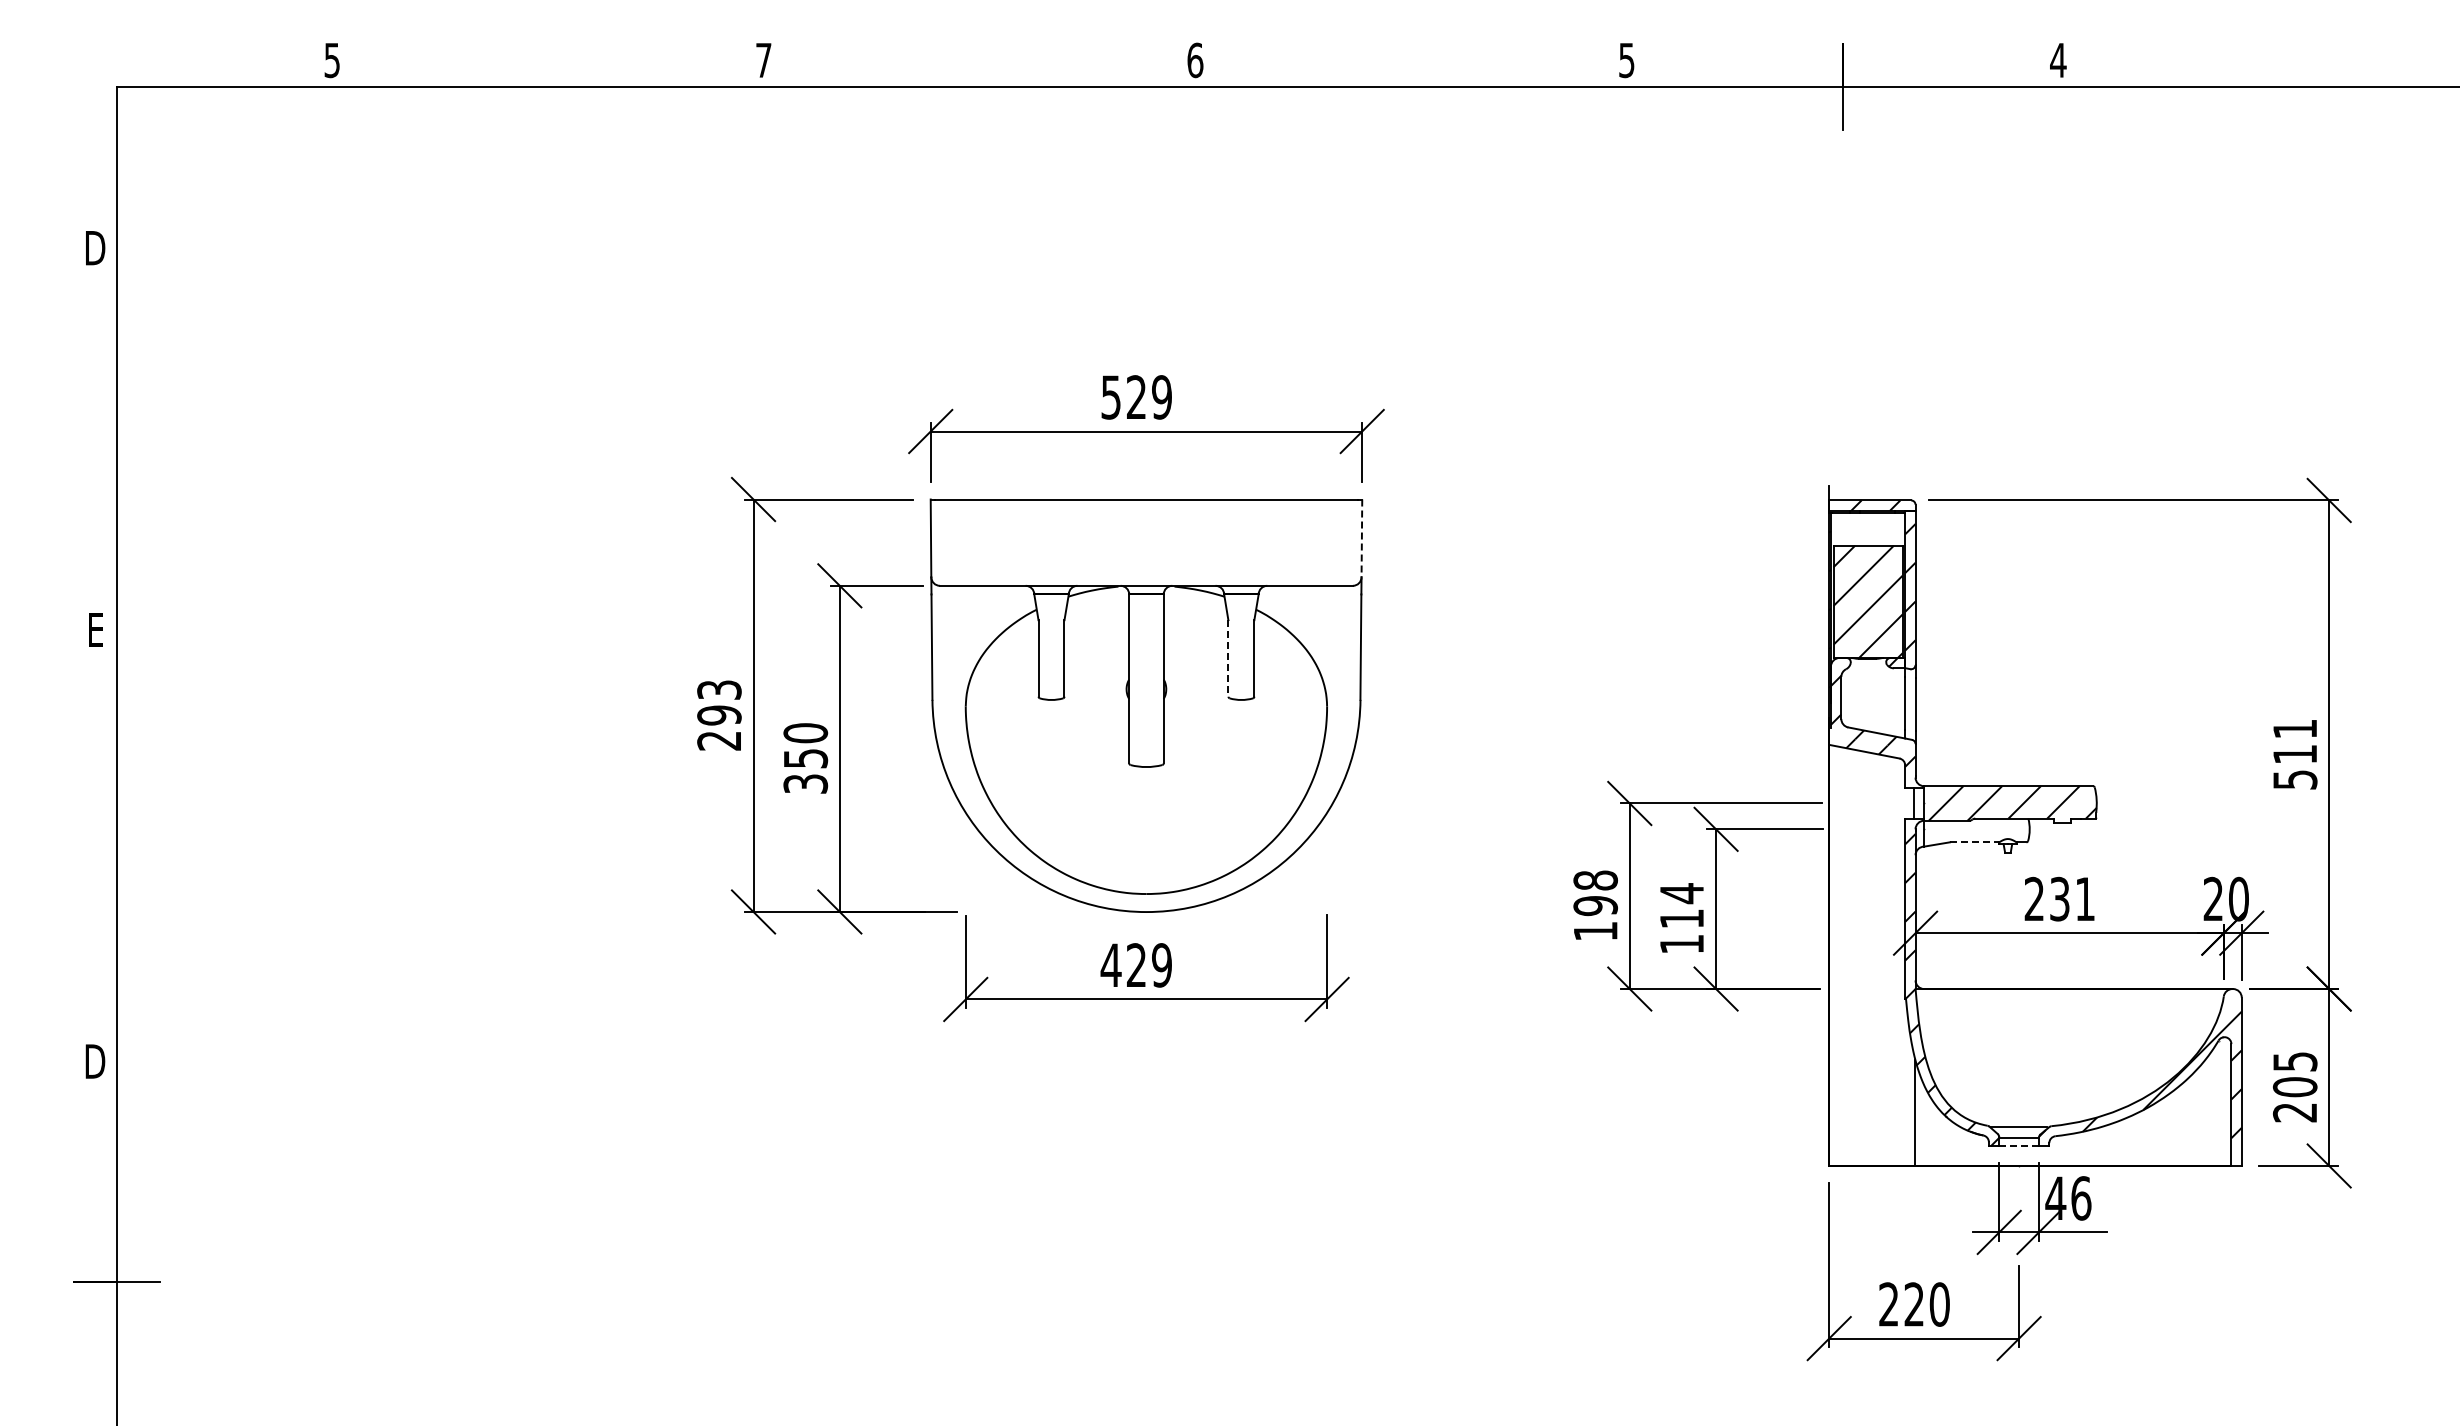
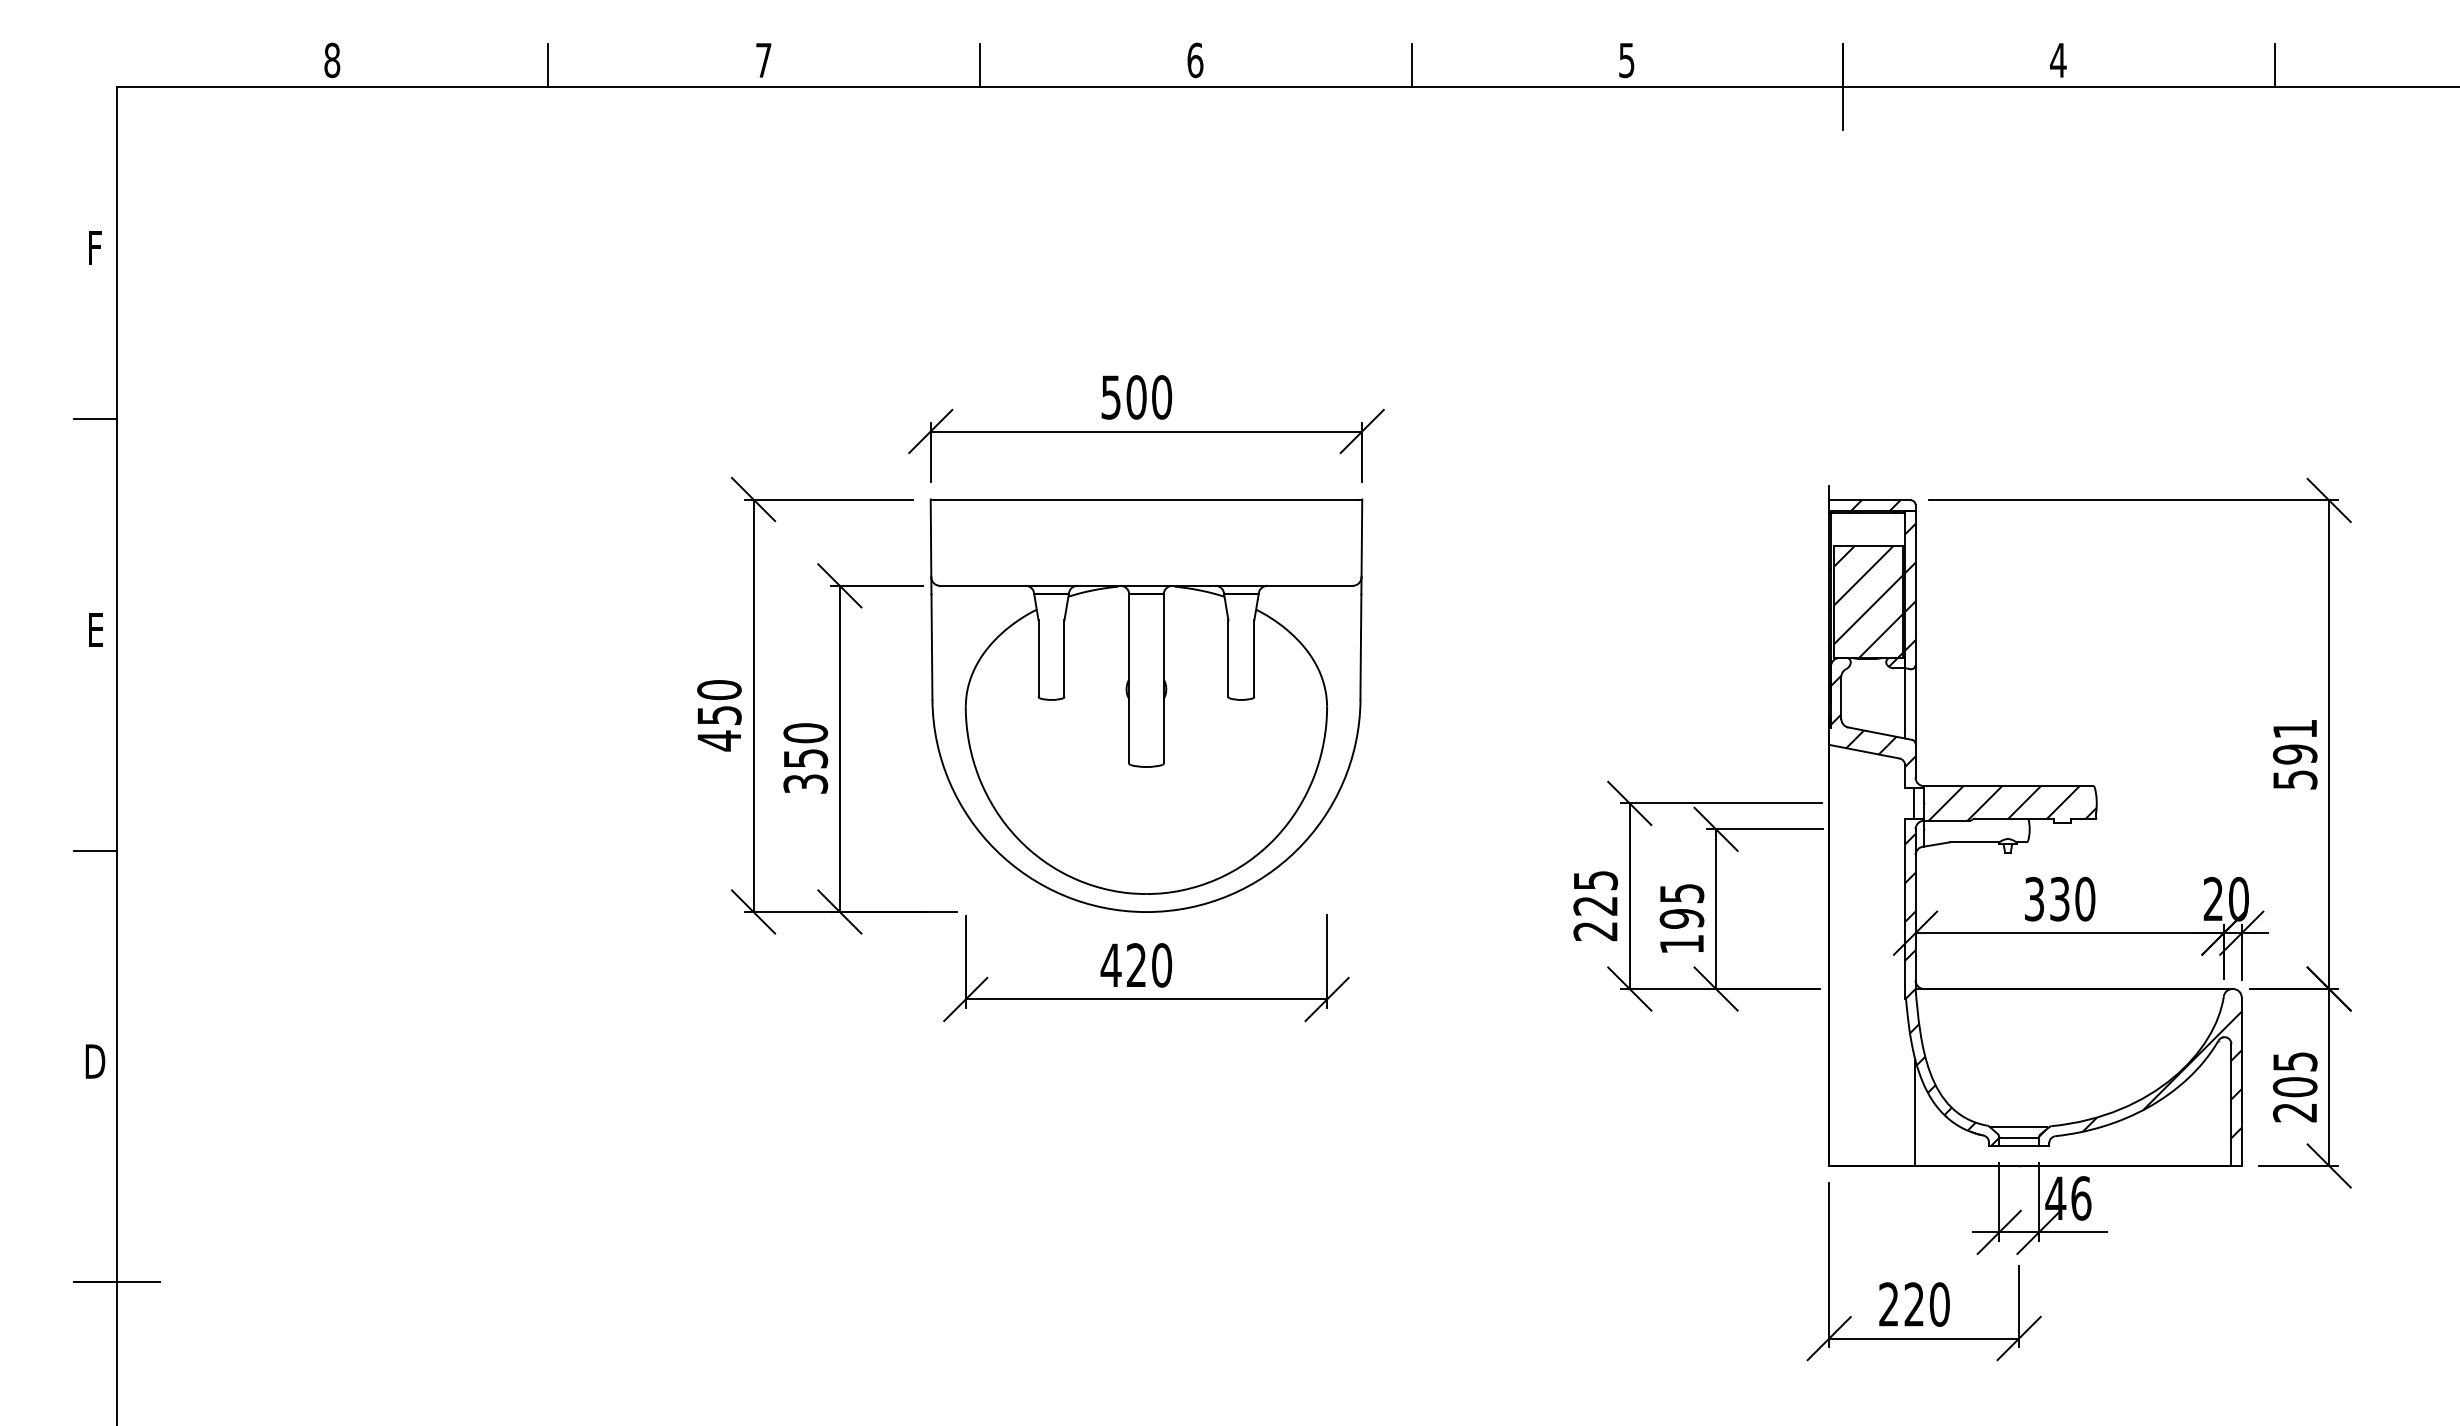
text at (332, 60): 5 -> 8
line at (548, 64): none -> present
line at (980, 64): none -> present
line at (1411, 64): none -> present
line at (2274, 64): none -> present
text at (95, 248): D -> F
text at (1149, 397): 529 -> 500
line at (94, 419): none -> present
line at (1361, 538): dashed -> solid
line at (1228, 659): dashed -> solid
text at (719, 715): 293 -> 450
text at (2294, 754): 511 -> 591
line at (1974, 842): dashed -> solid
line at (94, 850): none -> present
text at (2059, 898): 231 -> 330
text at (1595, 905): 198 -> 225
text at (1681, 905): 114 -> 195
text at (1162, 965): 429 -> 420
line at (2019, 1146): dashed -> solid
